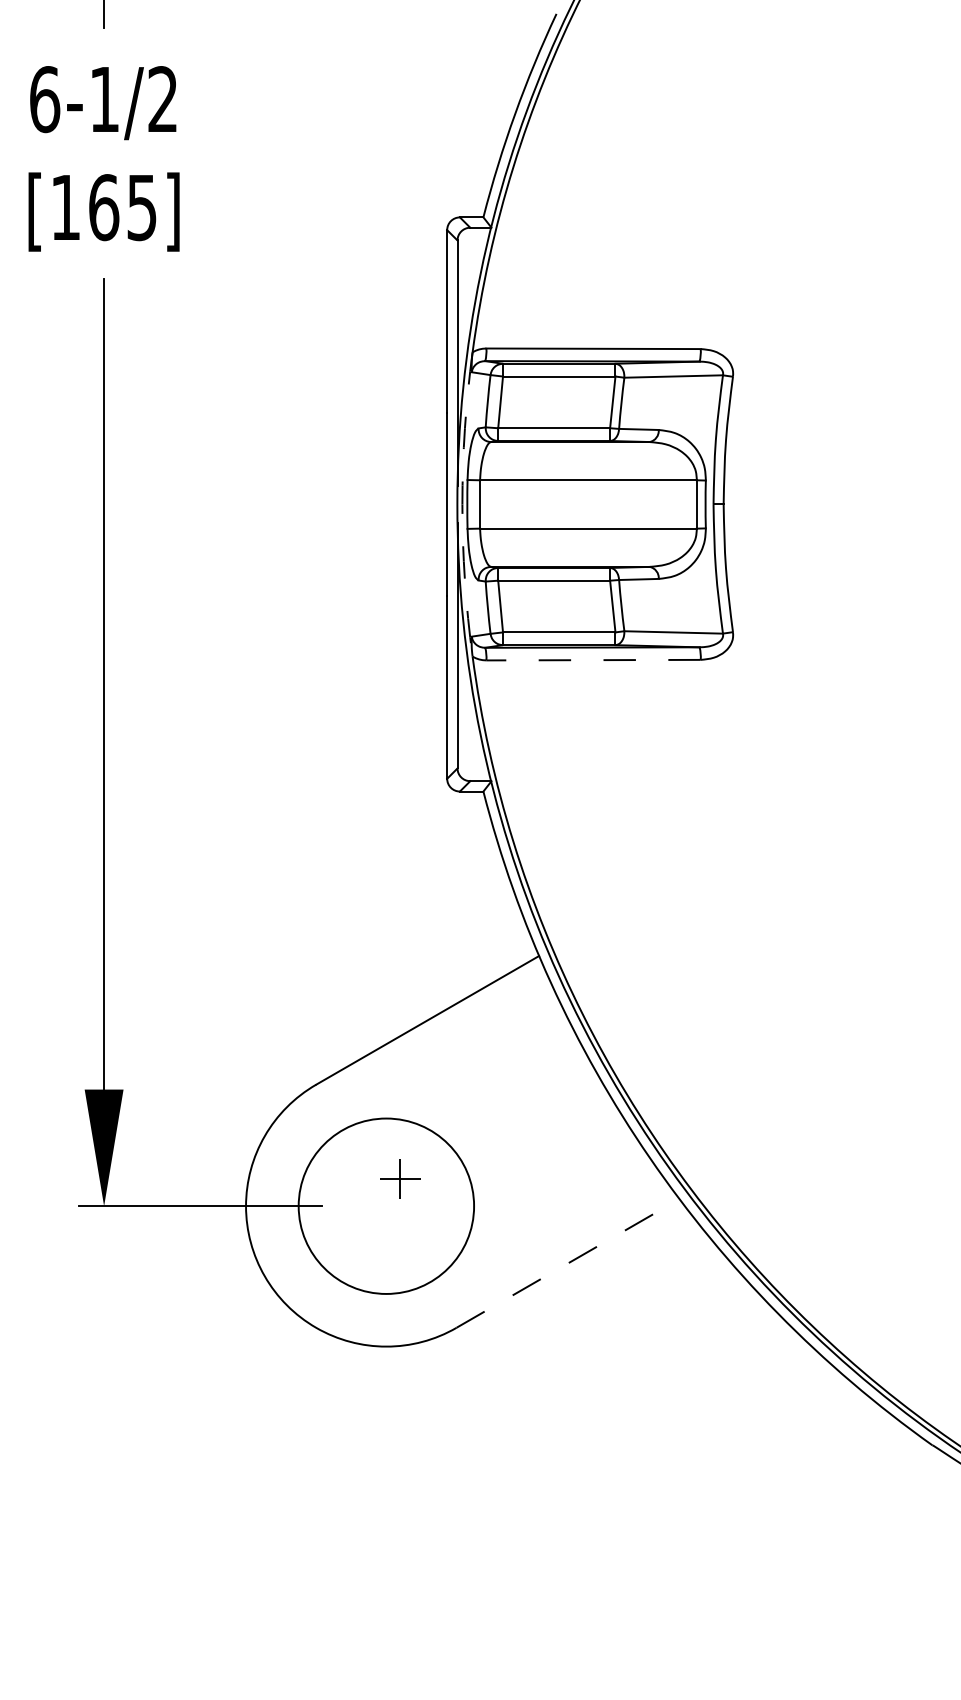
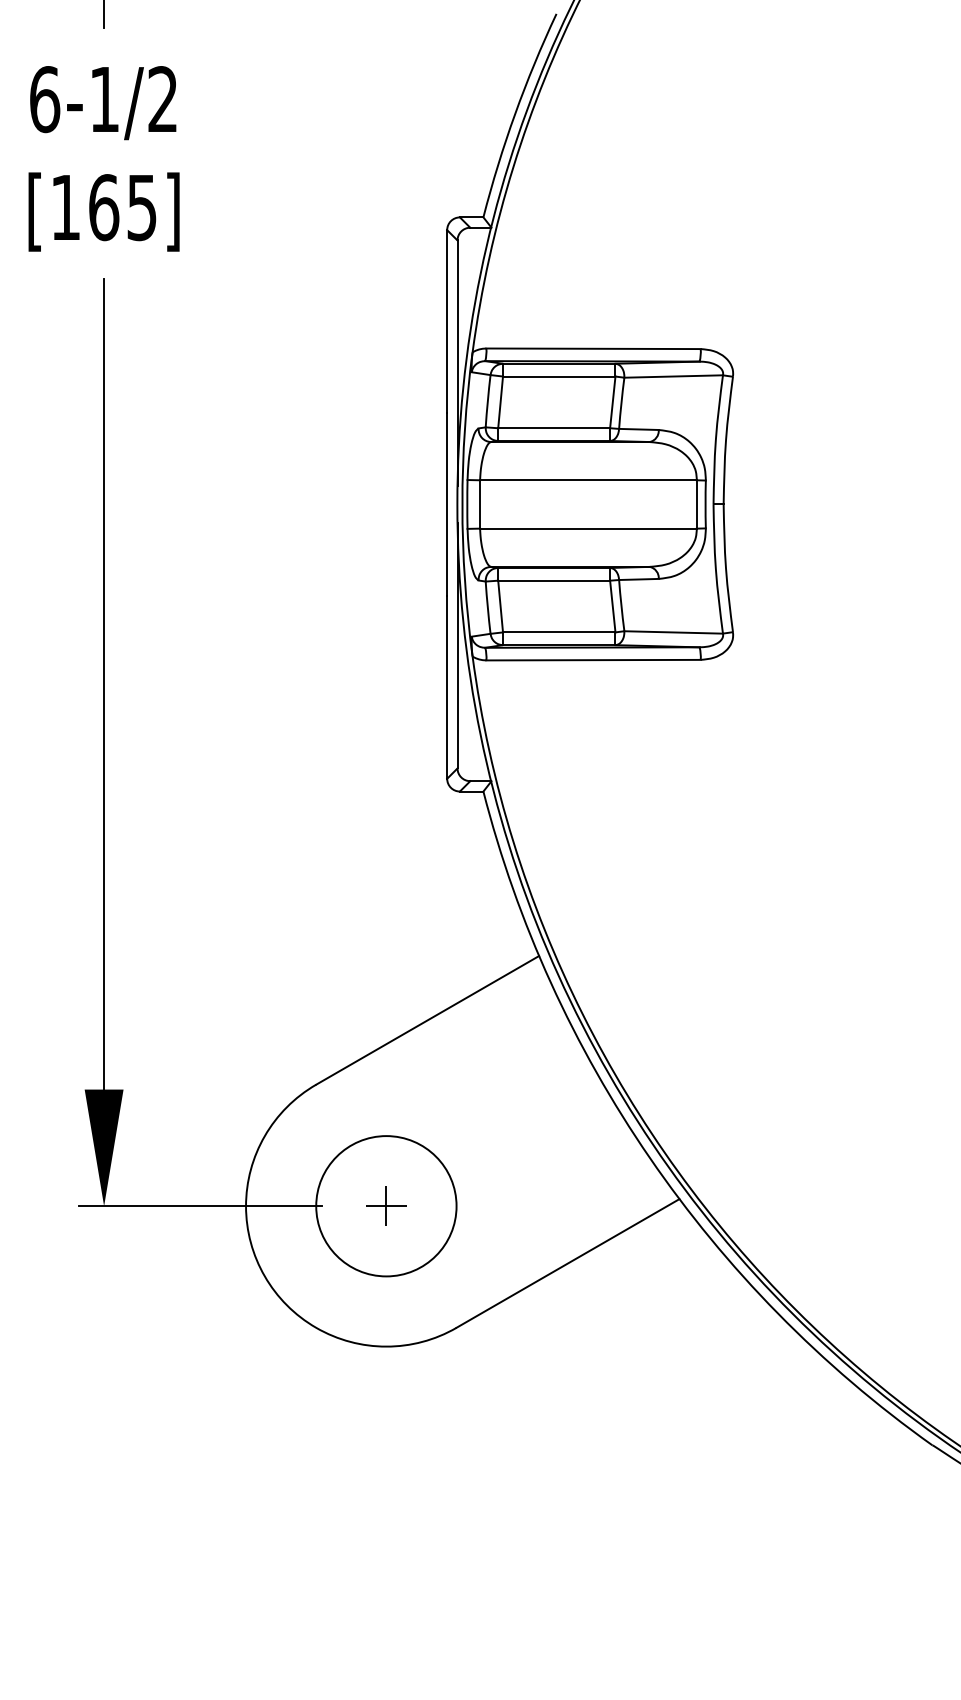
arc at (462, 504): dashed -> solid
line at (593, 660): dashed -> solid
part at (400, 1178) position: (400, 1178) -> (386, 1205)
circle at (386, 1205) diameter: 175 px -> 140 px
line at (568, 1263): dashed -> solid
